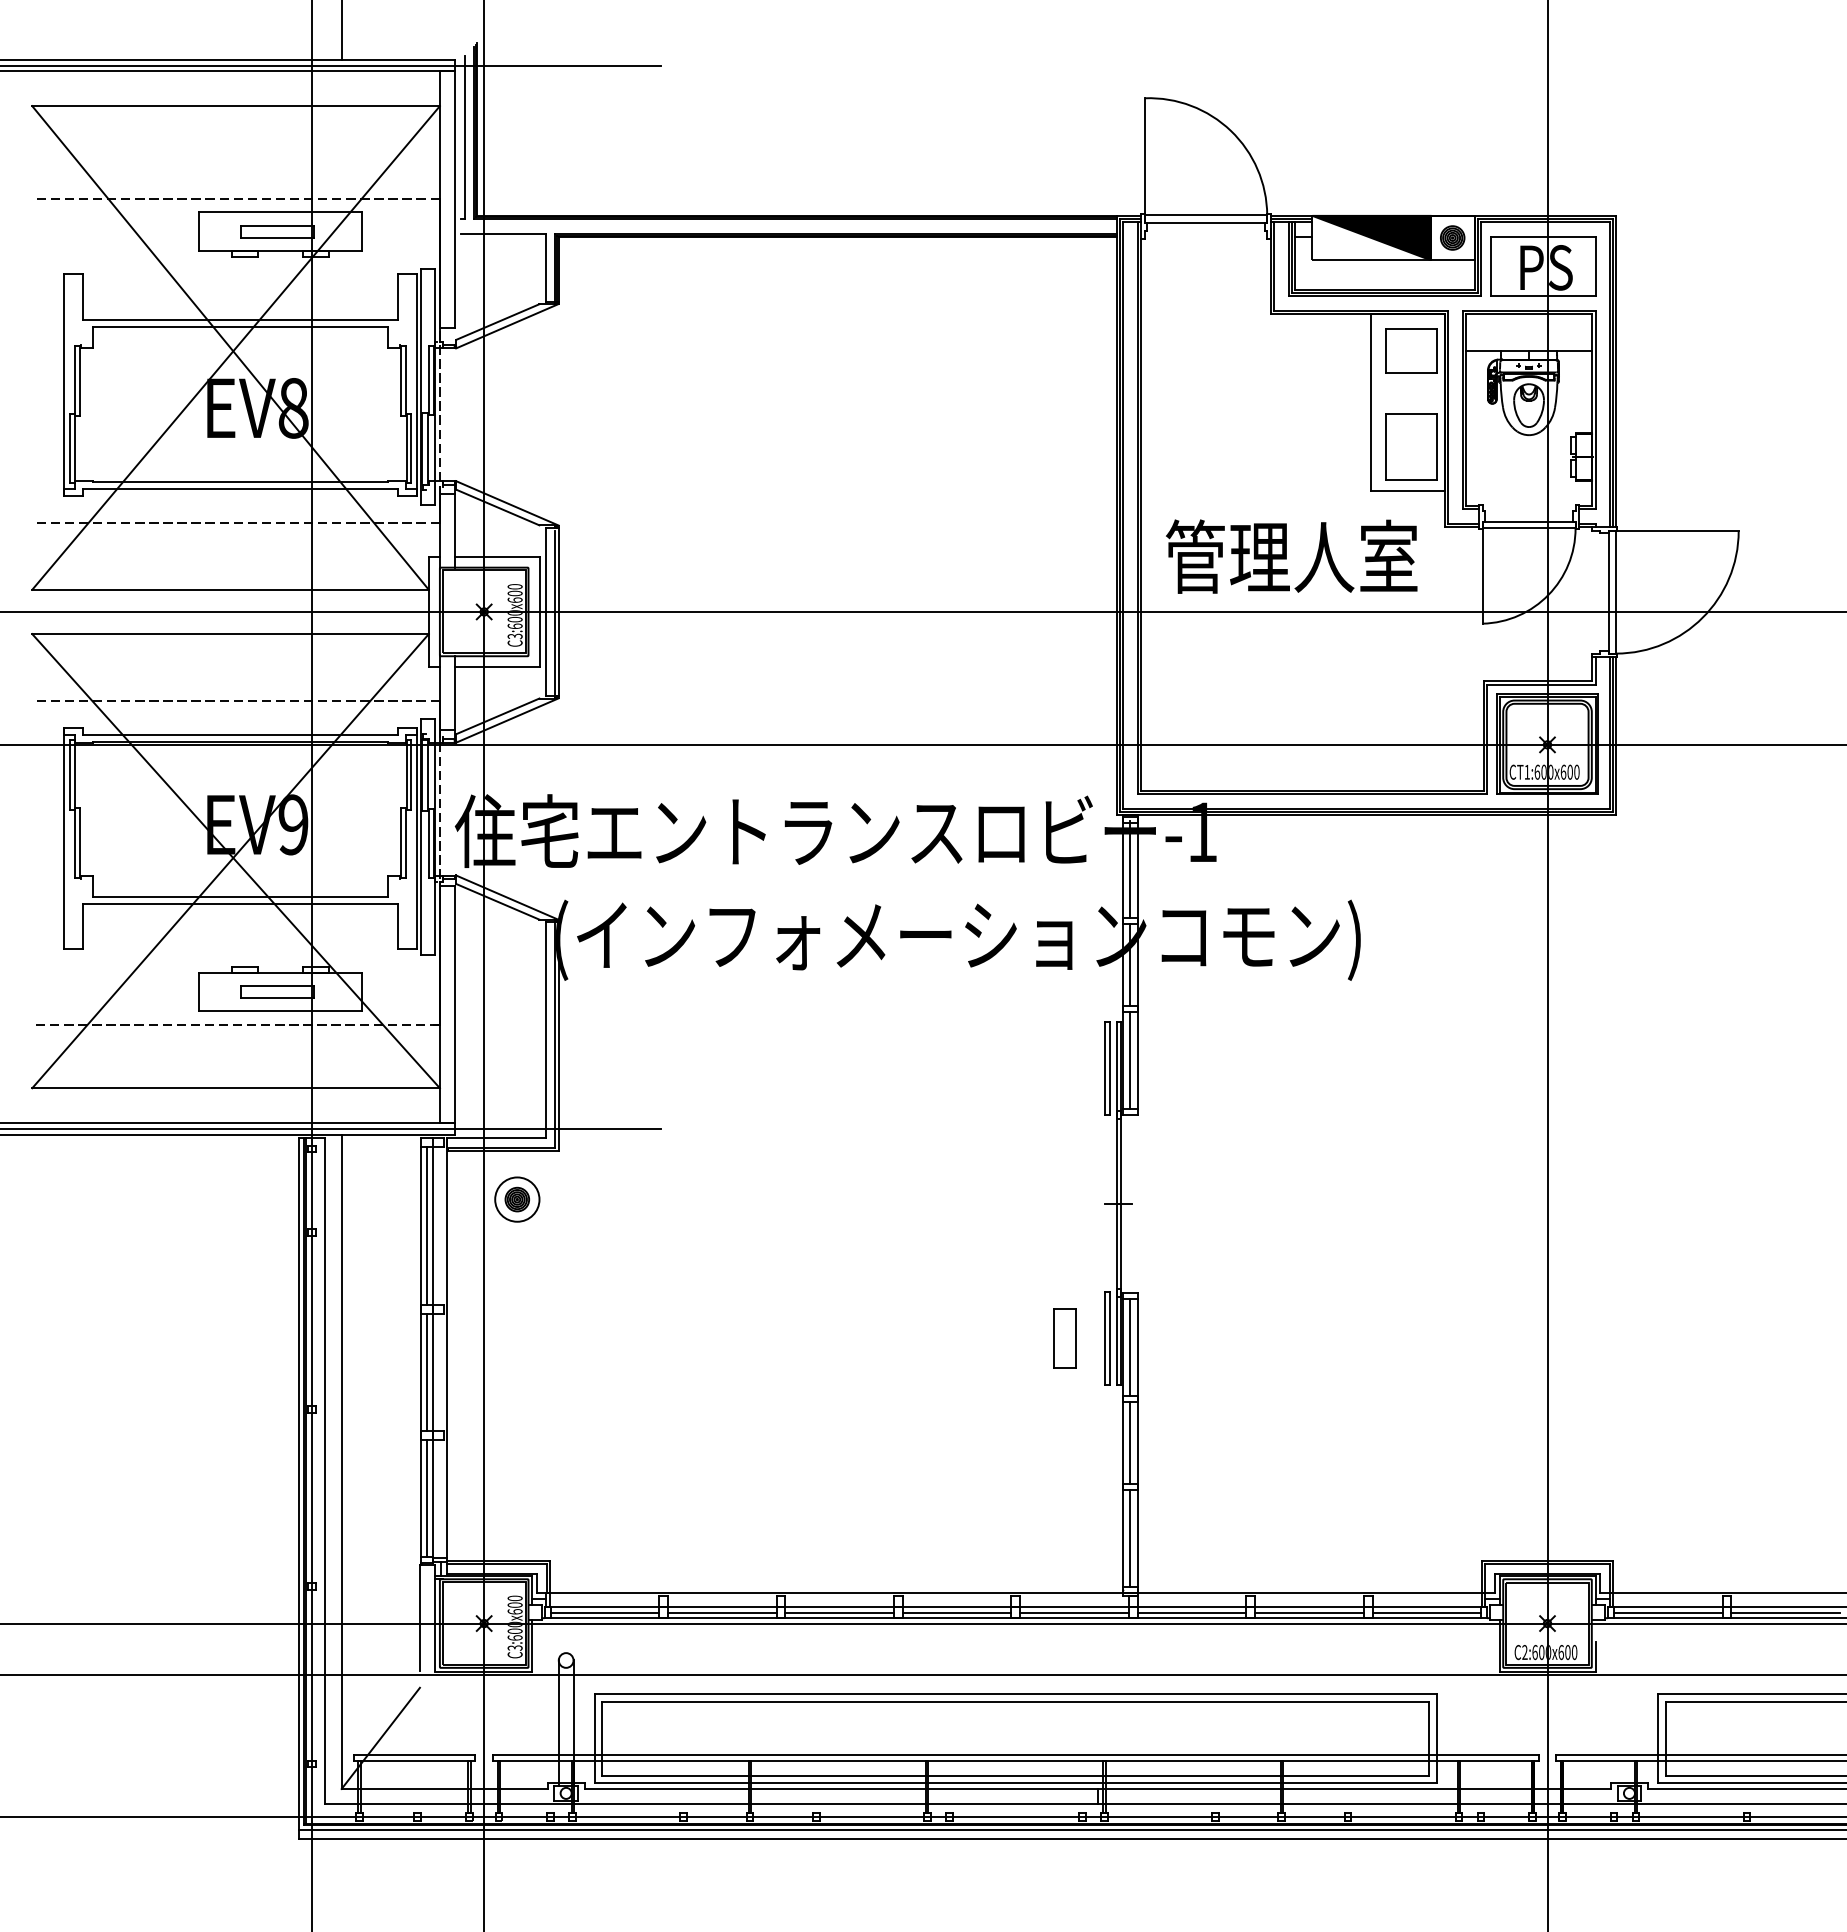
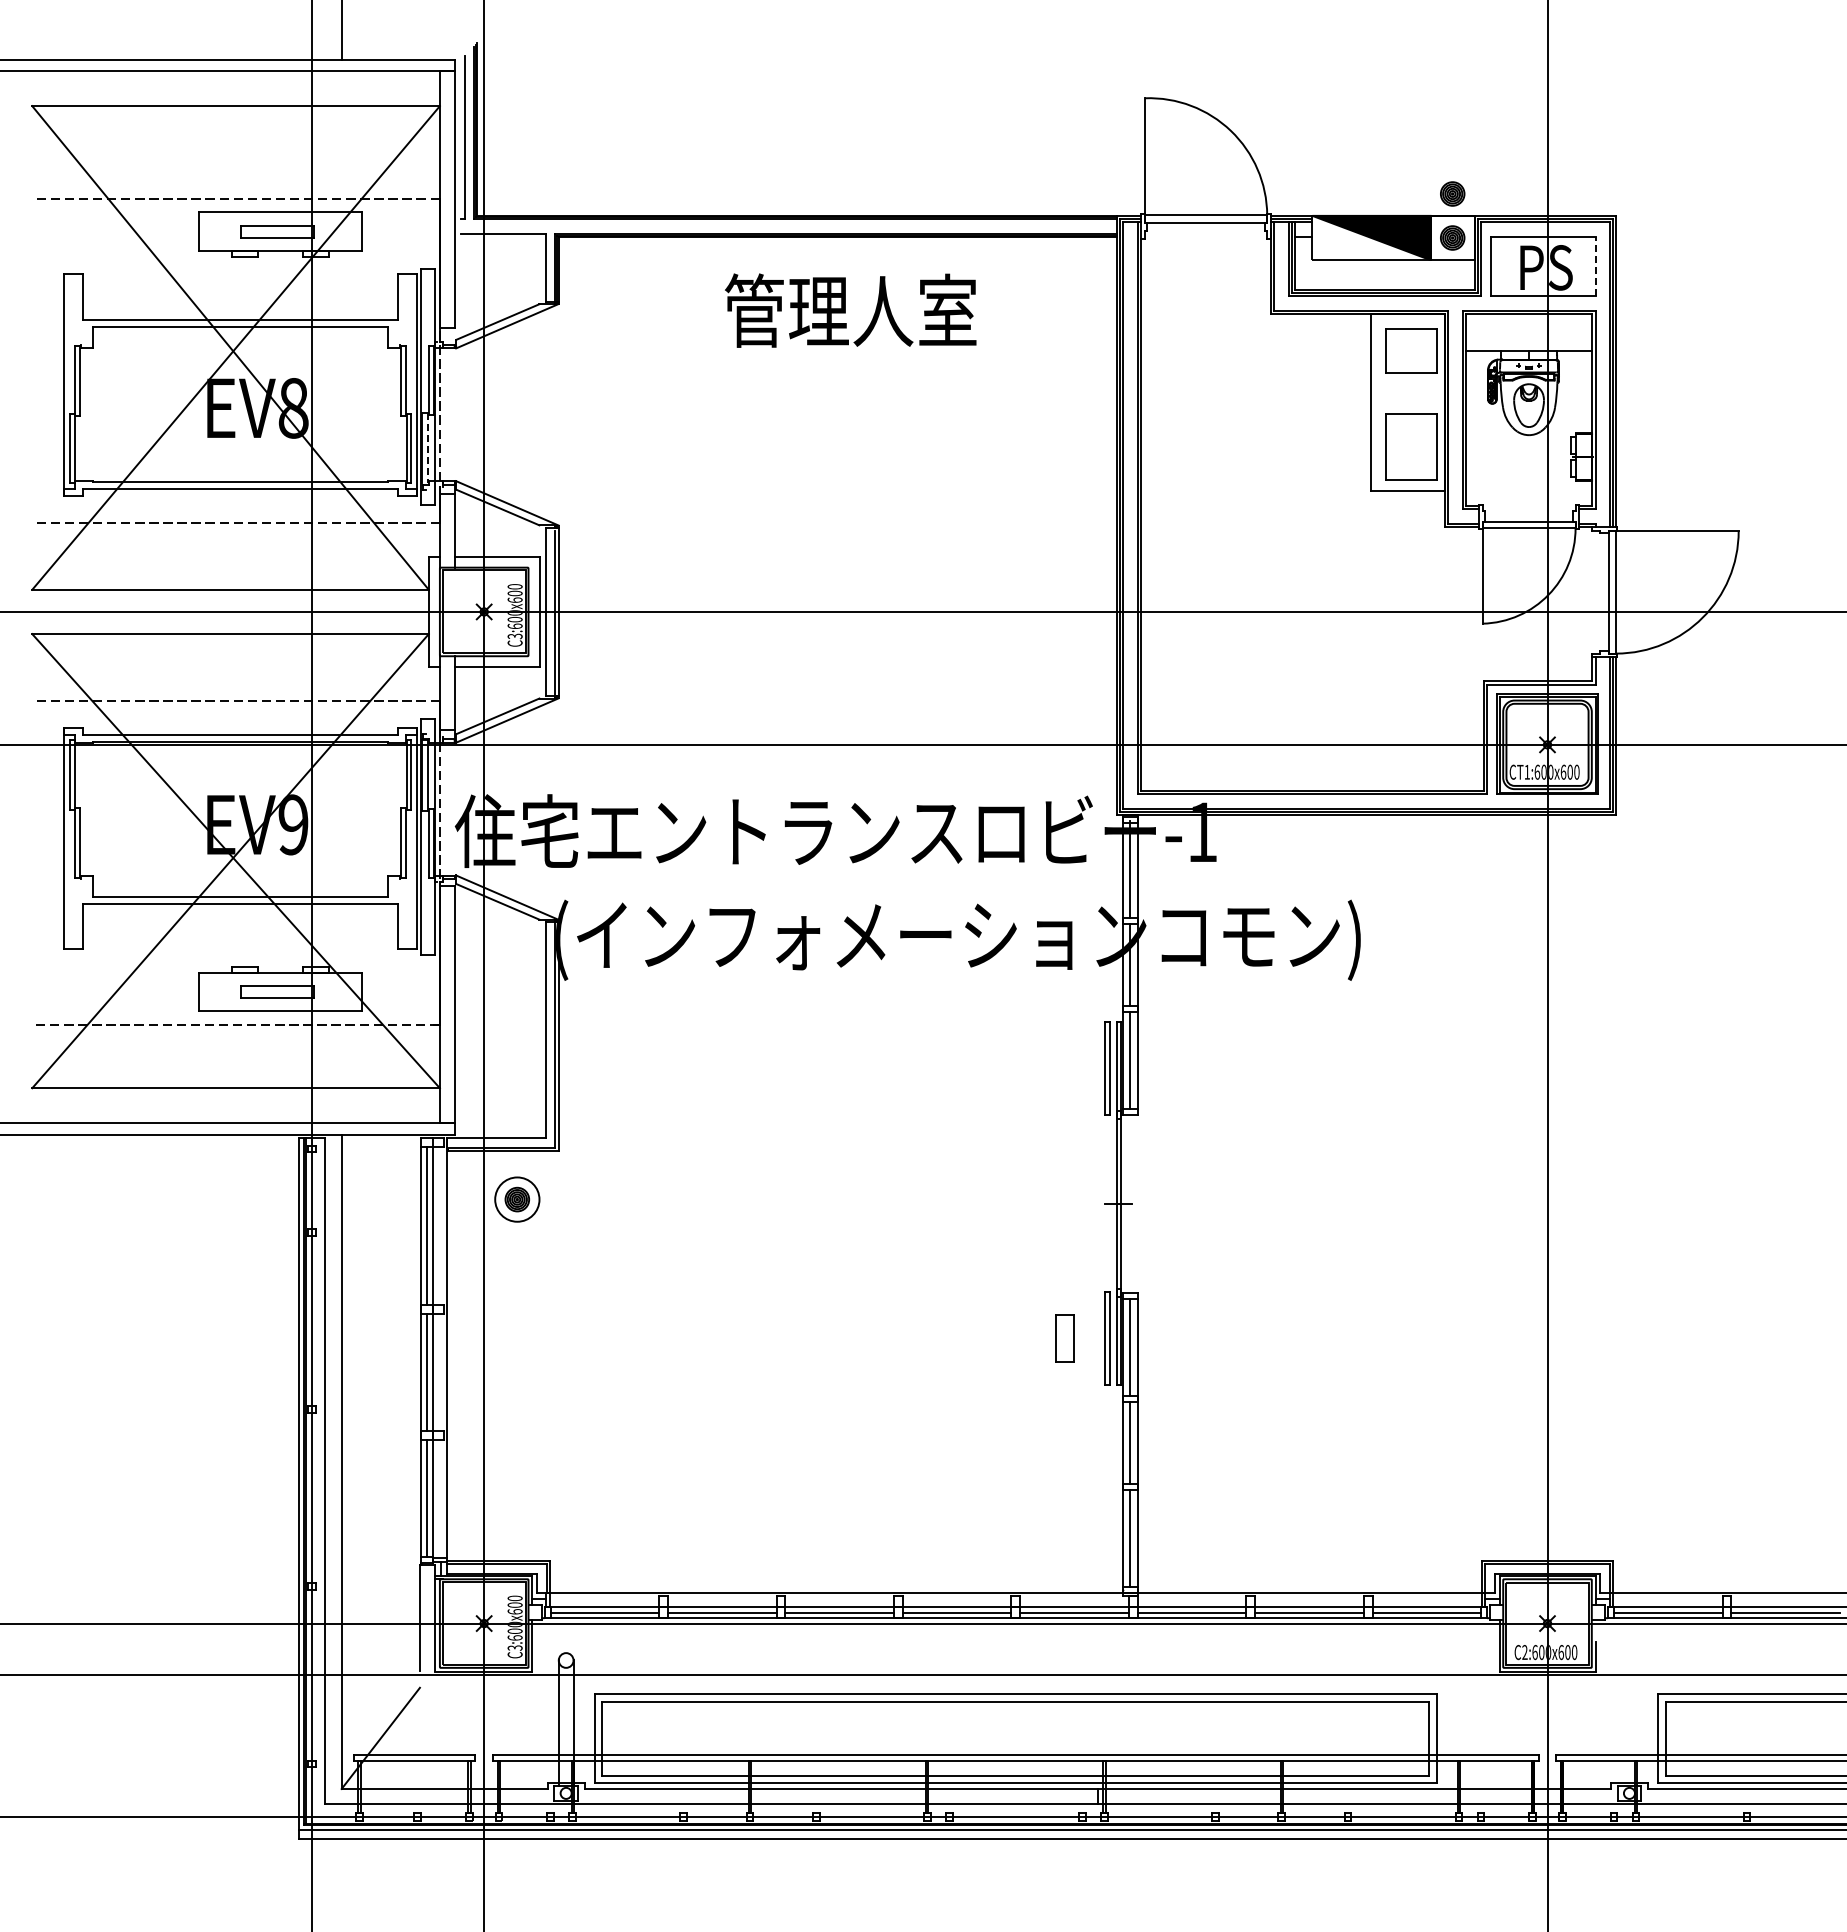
line at (331, 65): present -> none
part at (1452, 193): none -> present
line at (1595, 266): solid -> dashed
line at (427, 448): solid -> dashed
text at (1291, 556) position: (1291, 556) -> (850, 310)
line at (331, 1128): present -> none
part at (1064, 1338) size: 24x61 px -> 20x49 px
